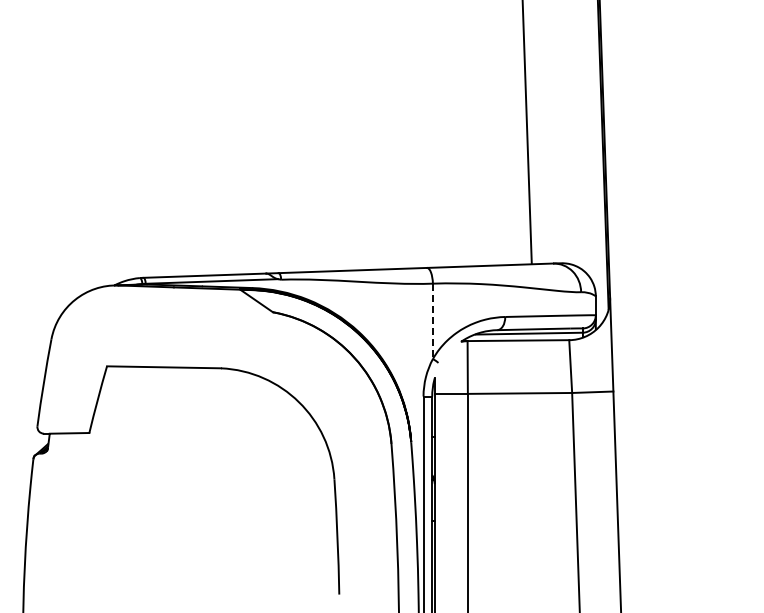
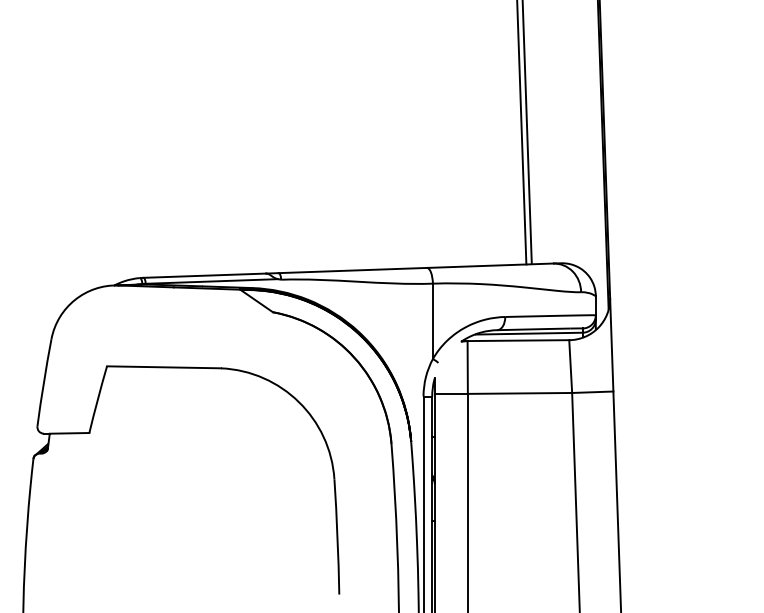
line at (521, 133): none -> present
line at (432, 321): dashed -> solid
